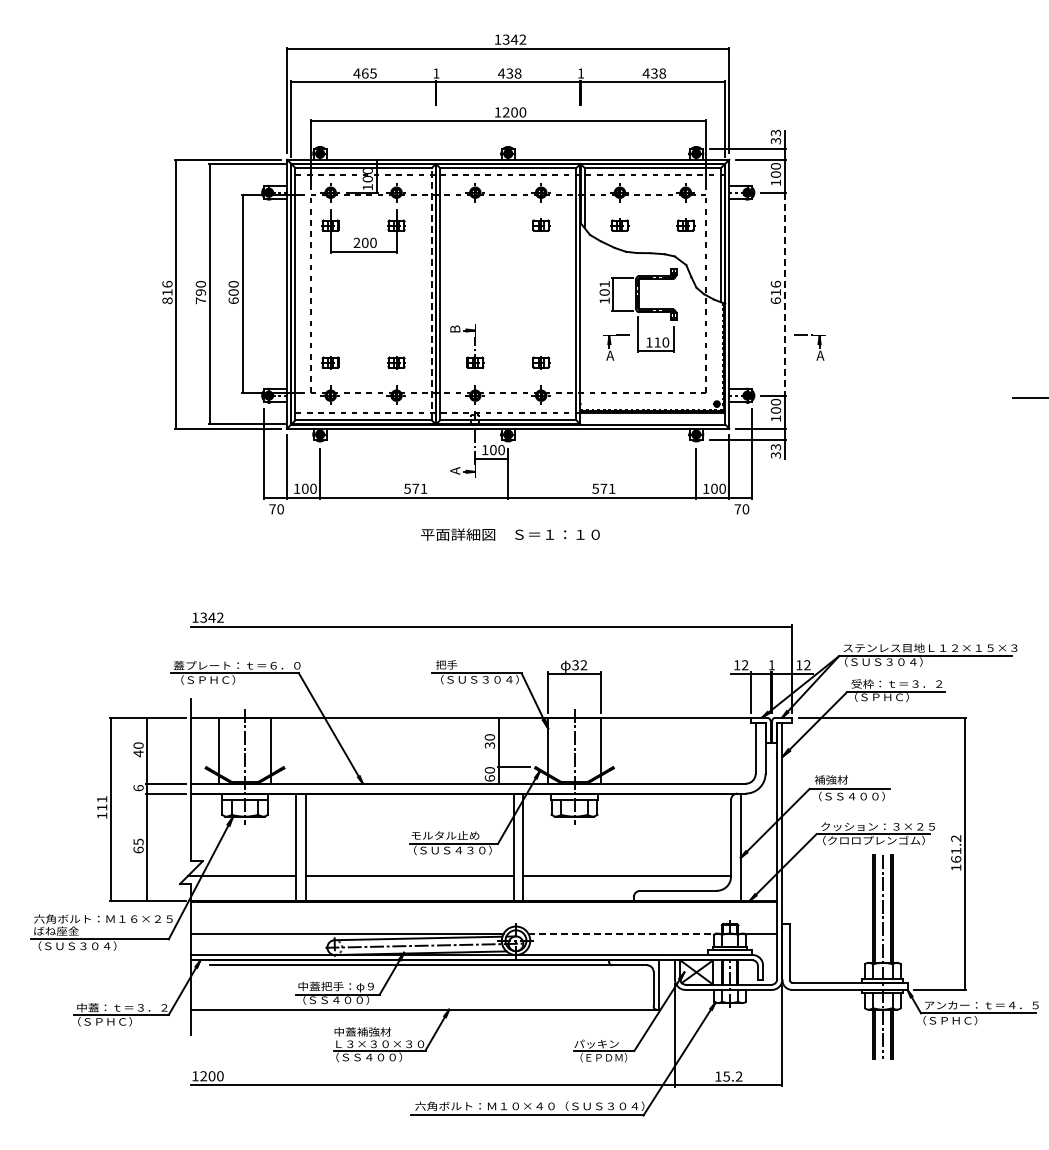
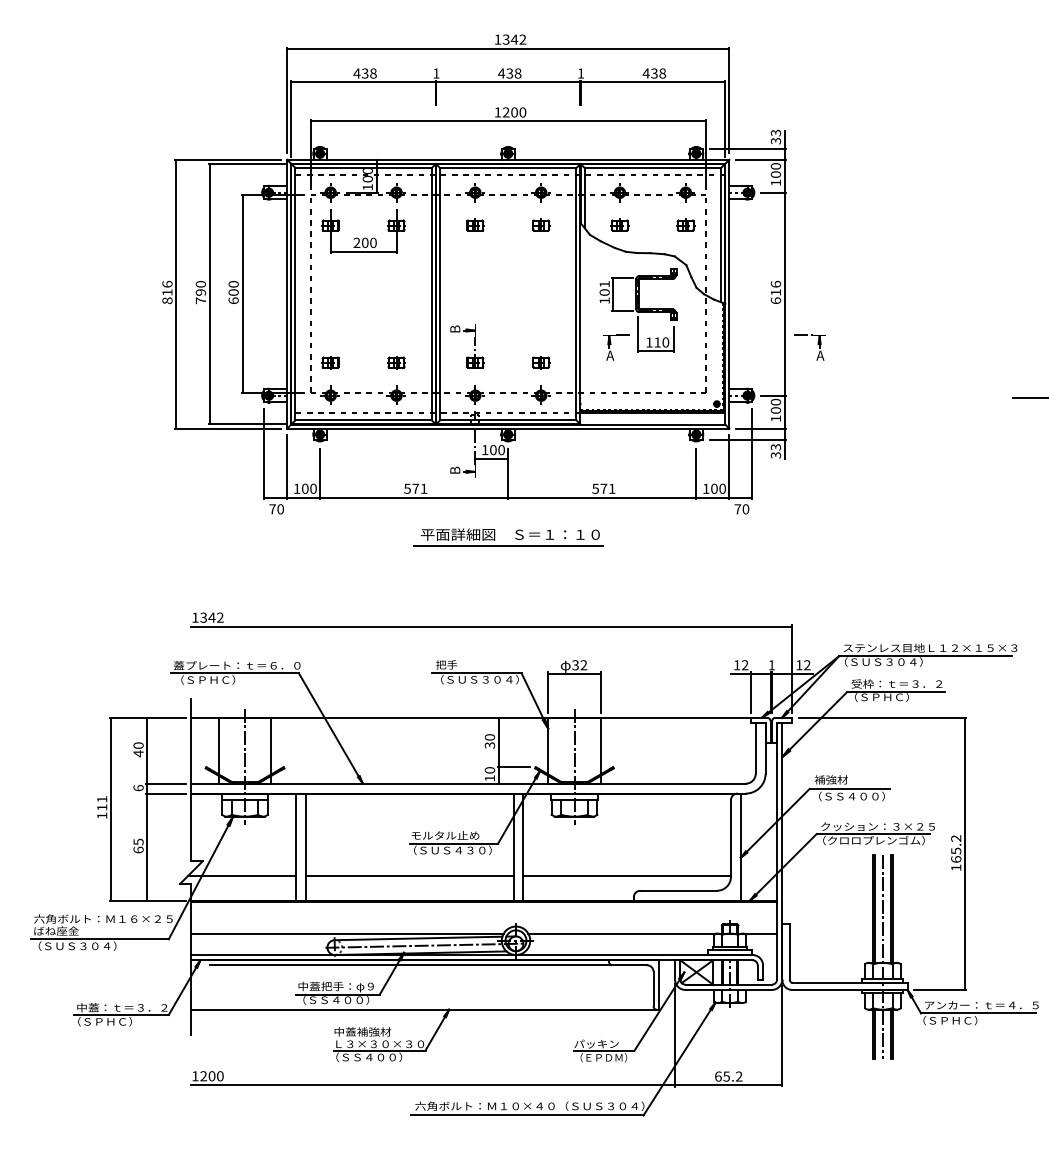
text at (368, 73): 465 -> 438
part at (475, 224): none -> present
line at (431, 293): dashed -> solid
line at (784, 294): dashed -> solid
text at (455, 470): A -> B
line at (507, 545): none -> present
text at (489, 778): 60 -> 10
text at (956, 850): 161.2 -> 165.2
line at (622, 933): dashed -> solid
text at (718, 1076): 15.2 -> 65.2
